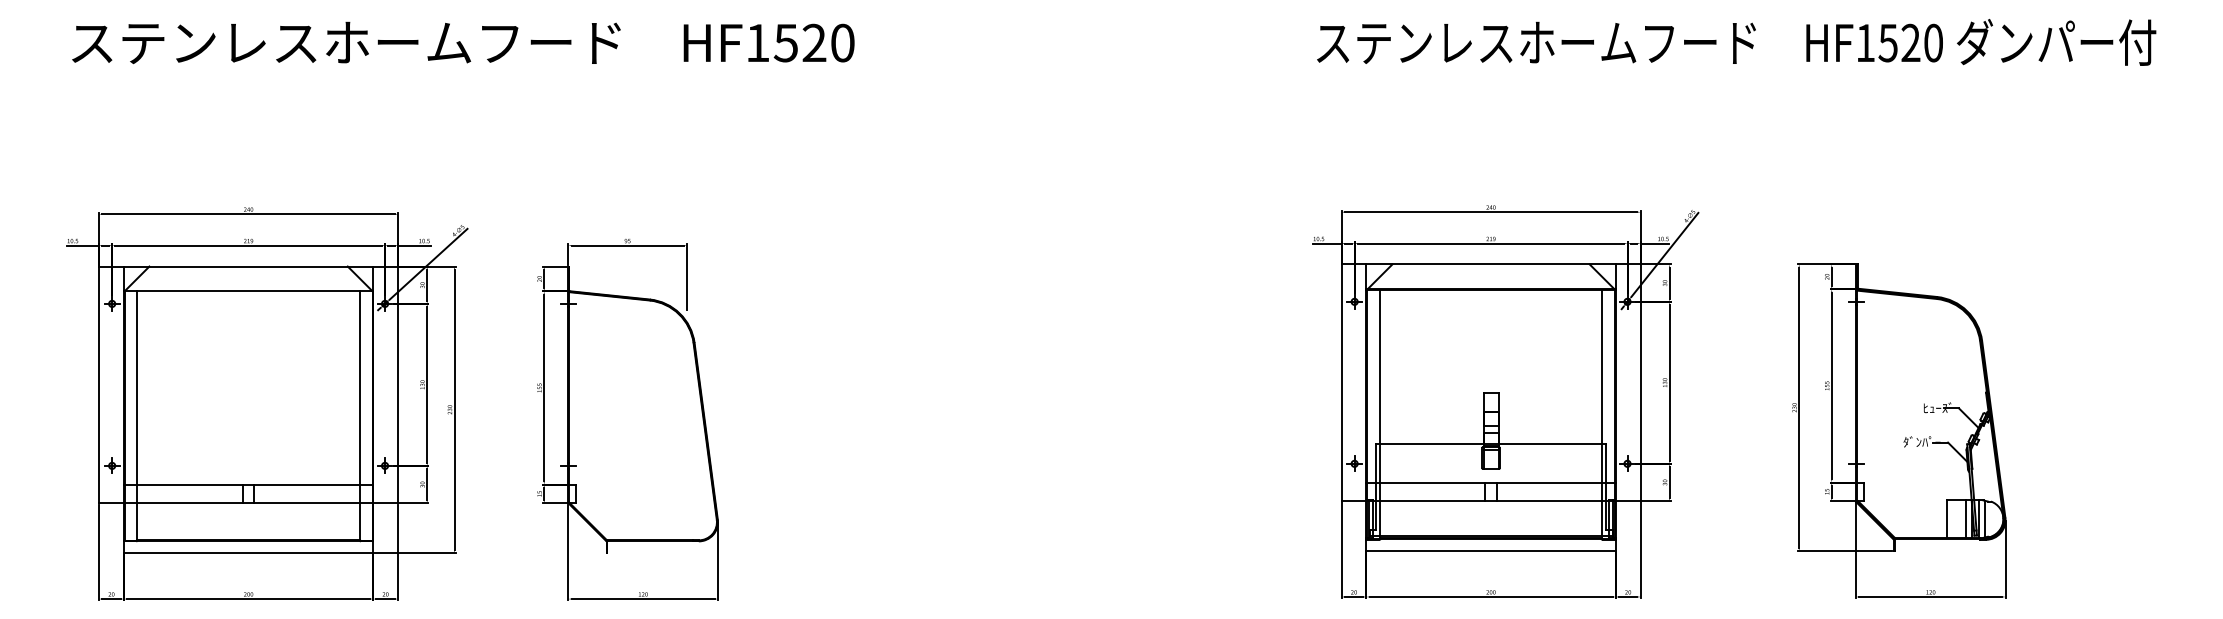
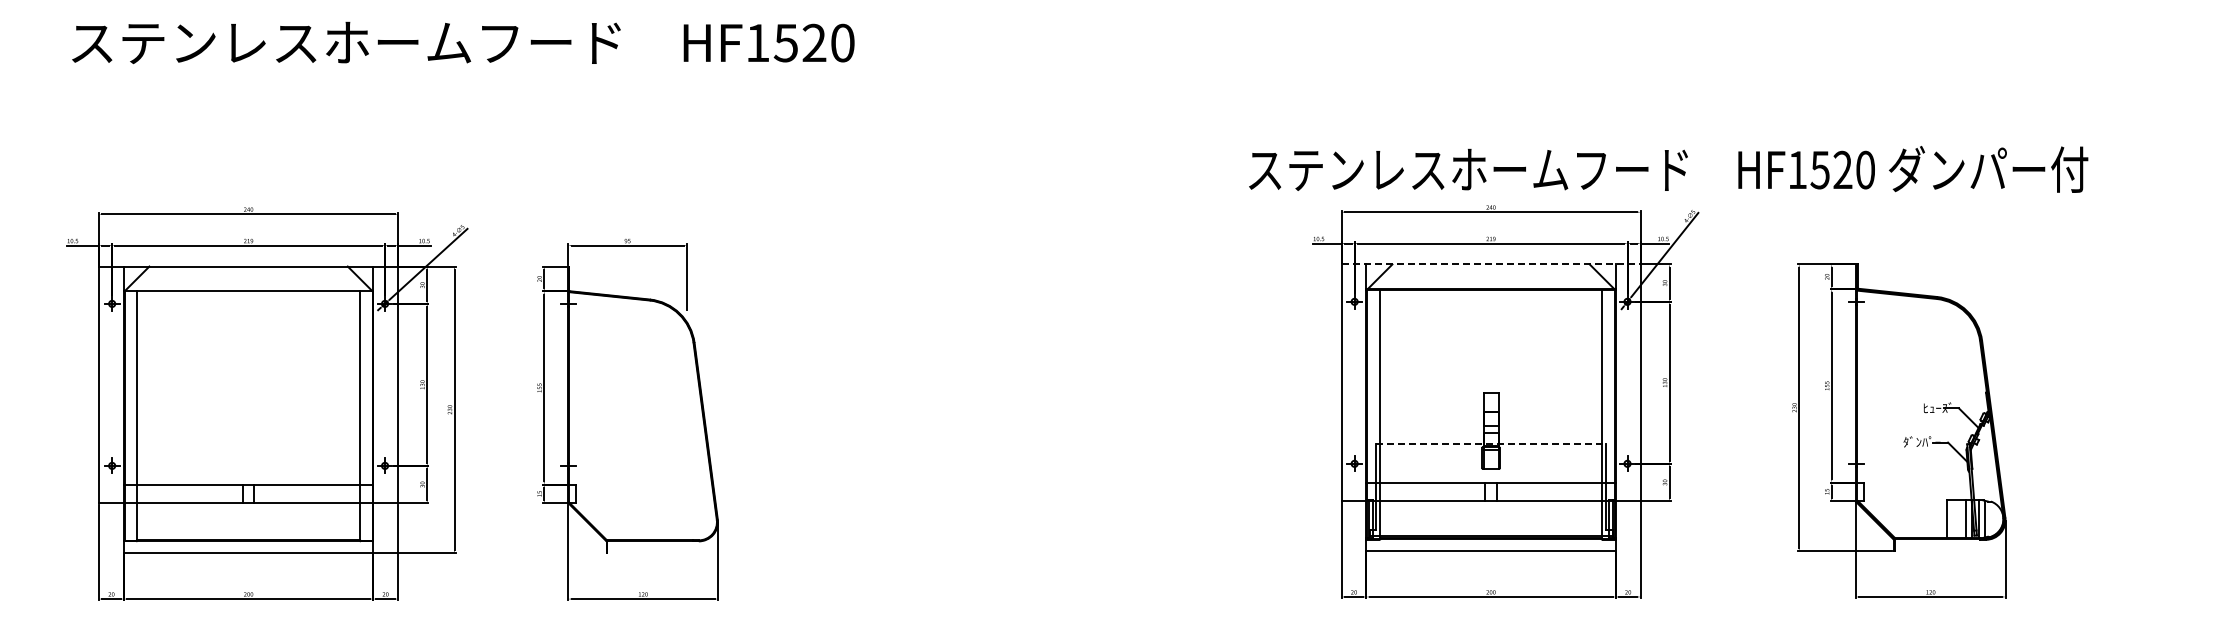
text at (1736, 42) position: (1736, 42) -> (1668, 169)
line at (1491, 264): solid -> dashed
line at (1491, 444): solid -> dashed
